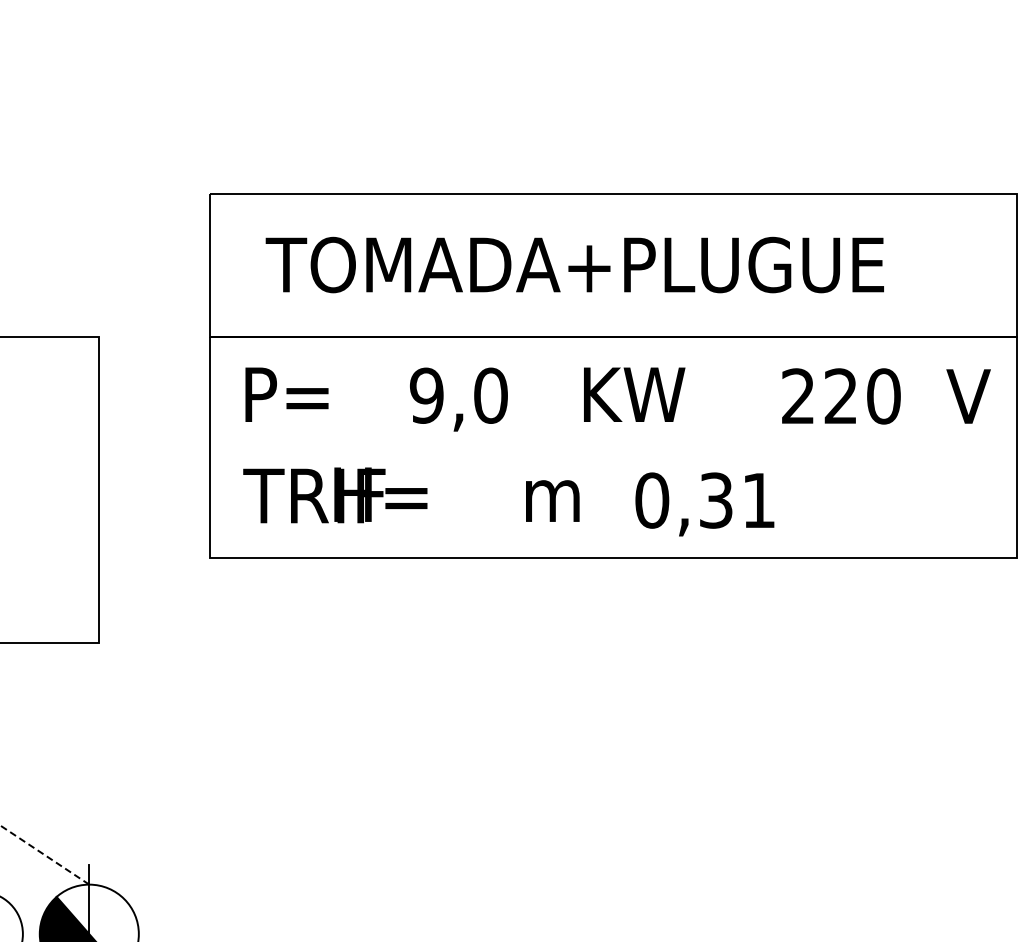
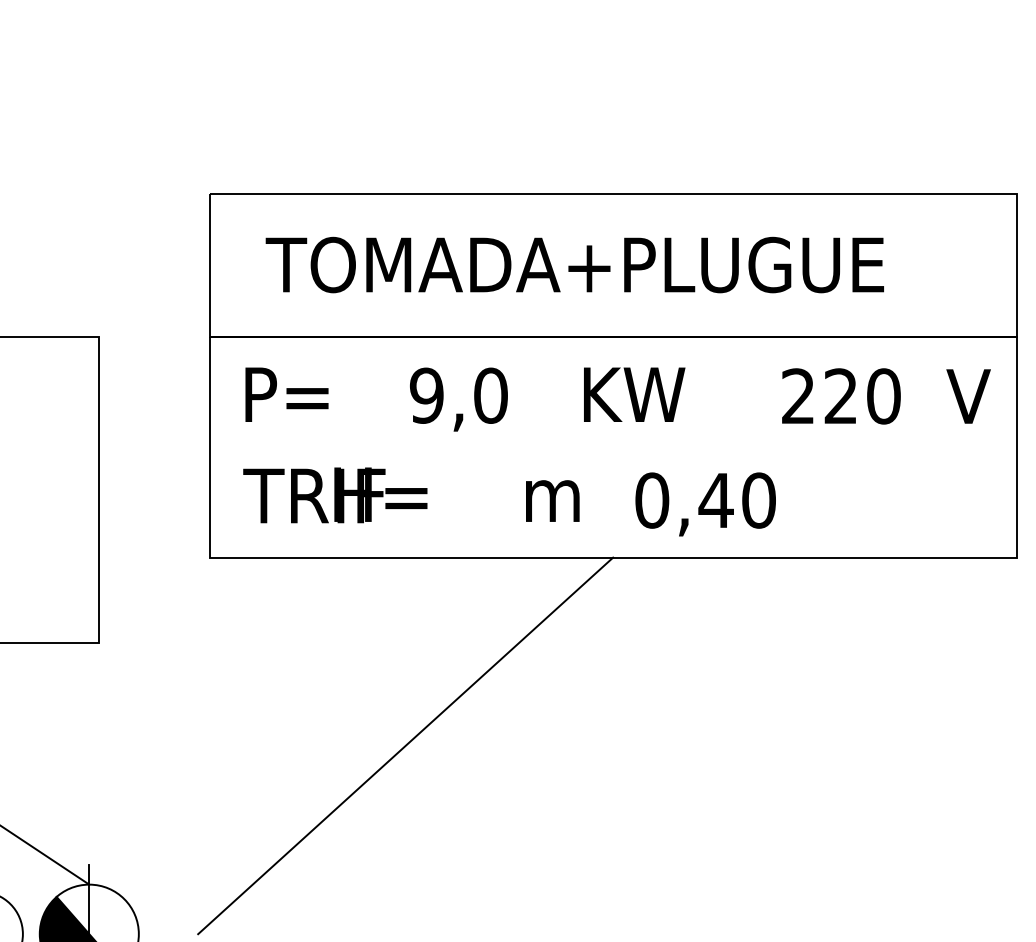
text at (736, 500): 0,31 -> 0,40
line at (405, 745): none -> present
line at (44, 854): dashed -> solid
